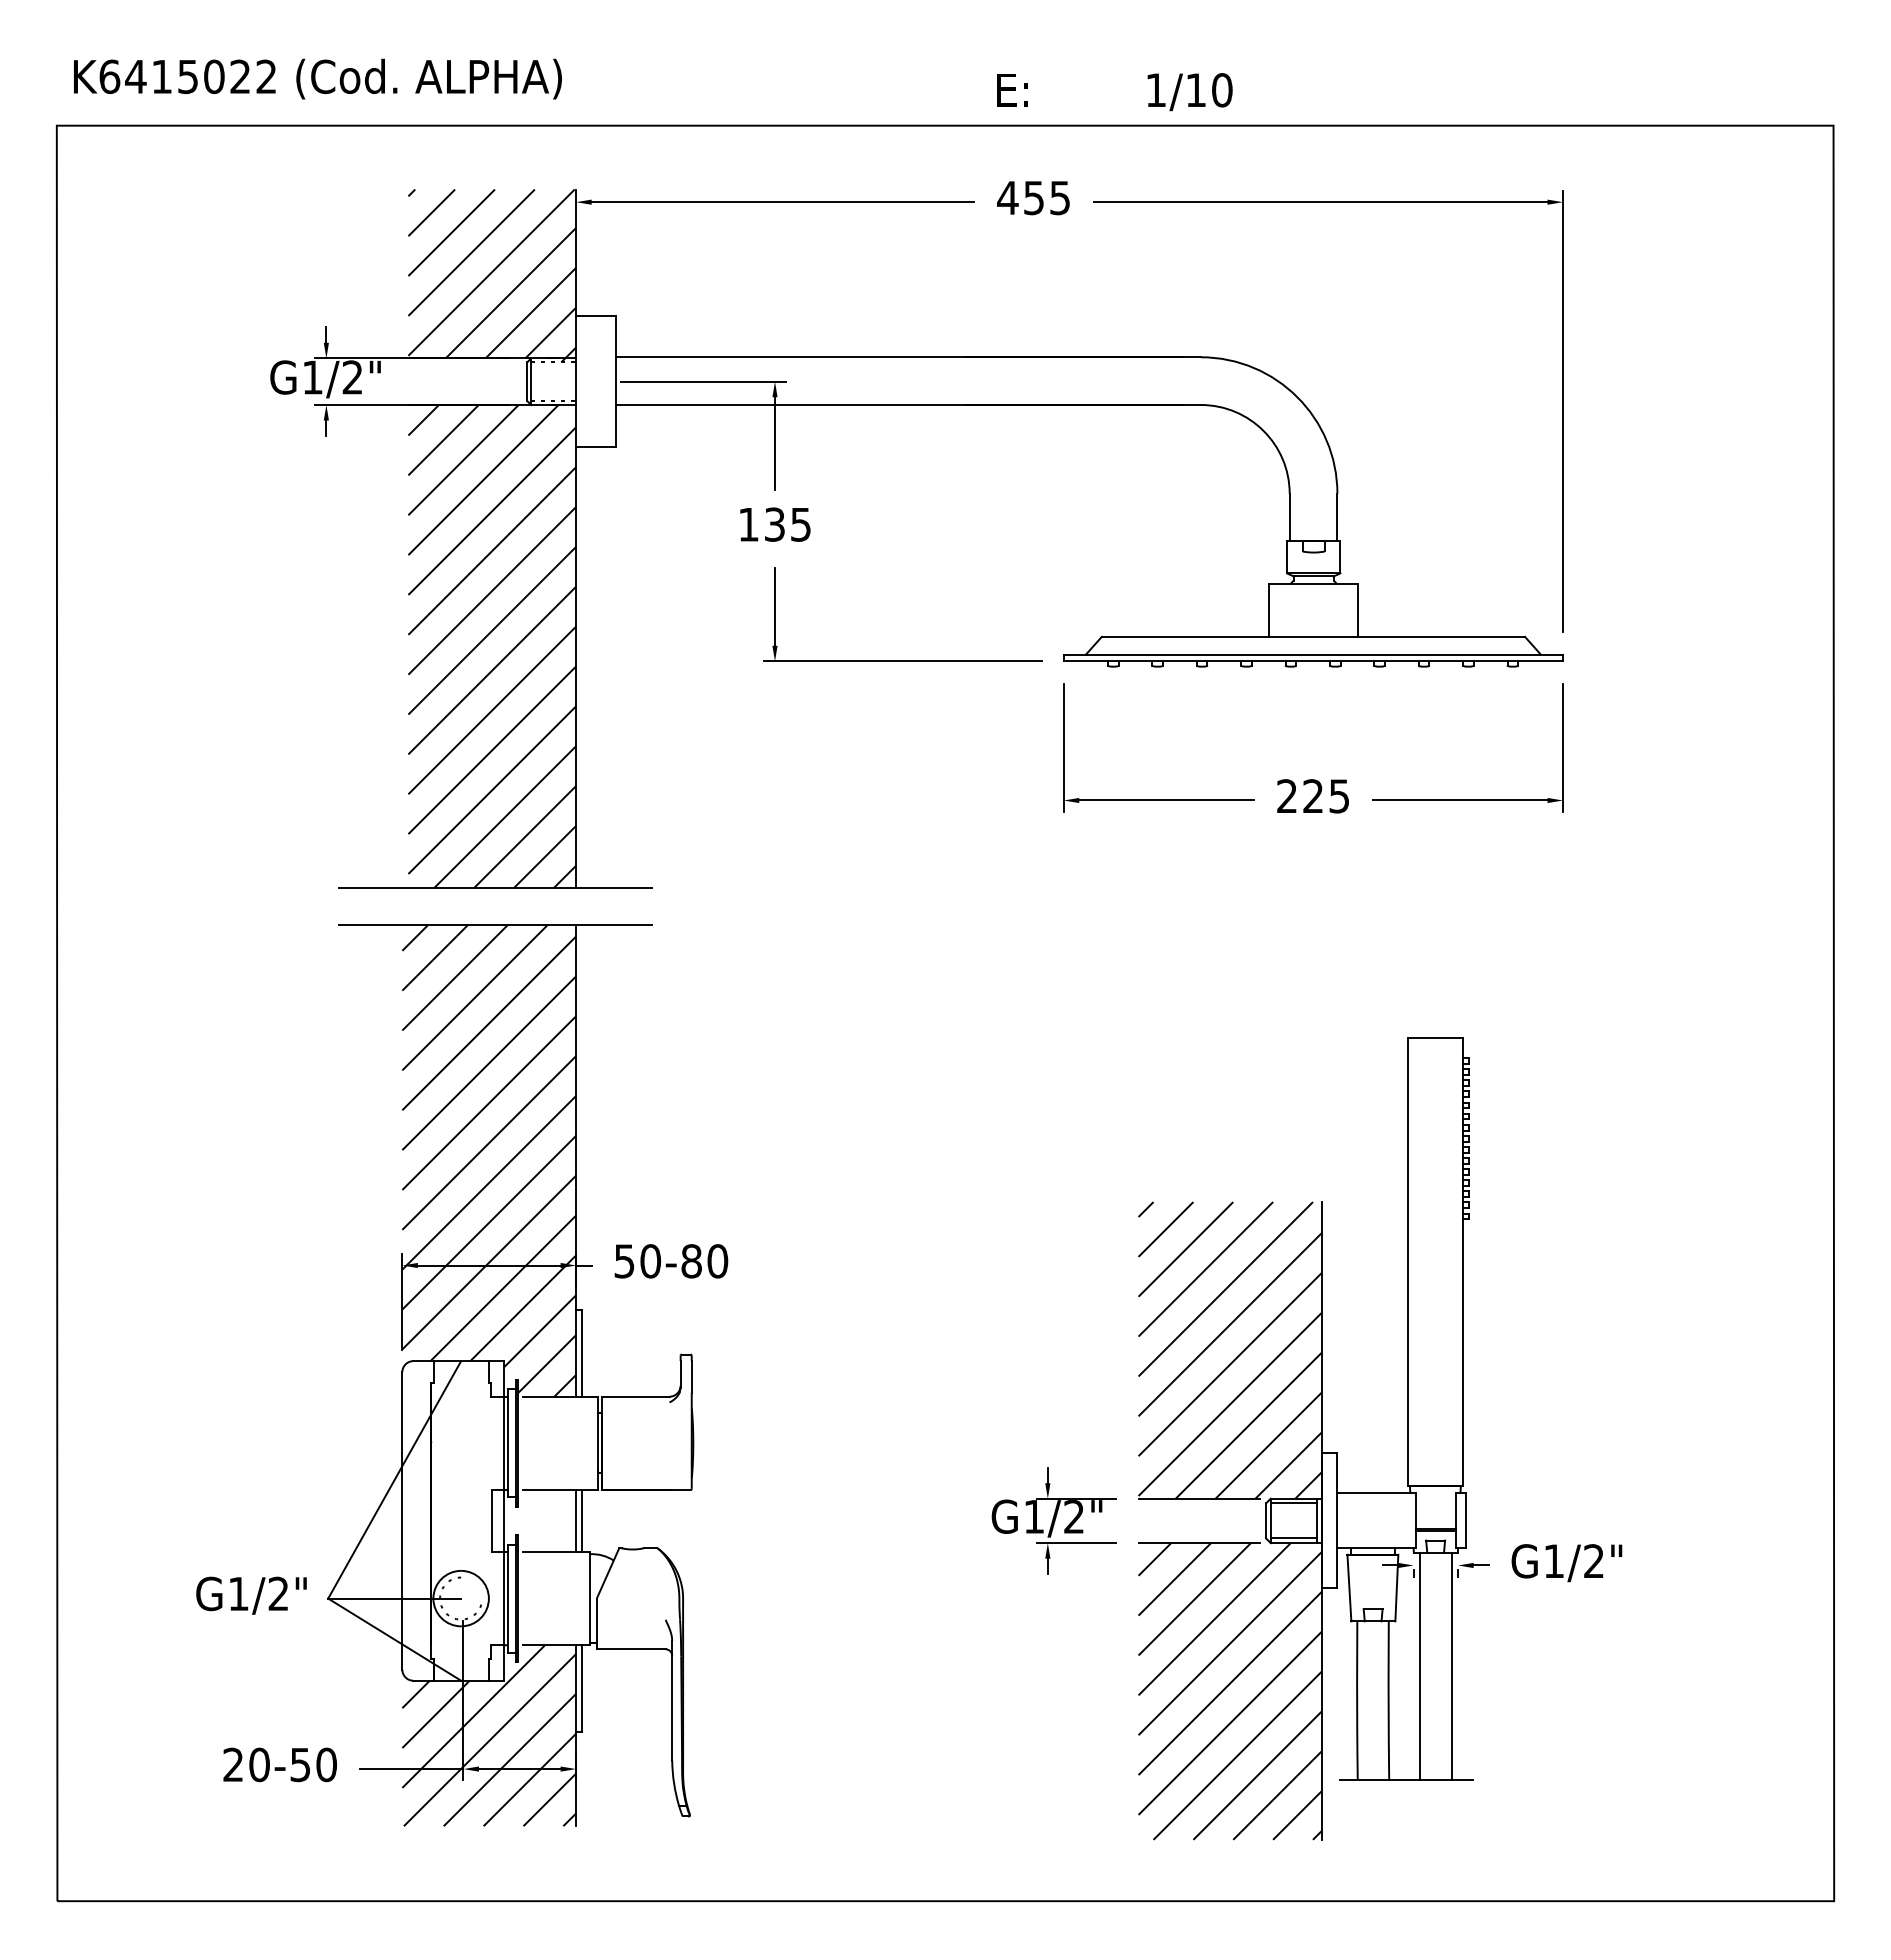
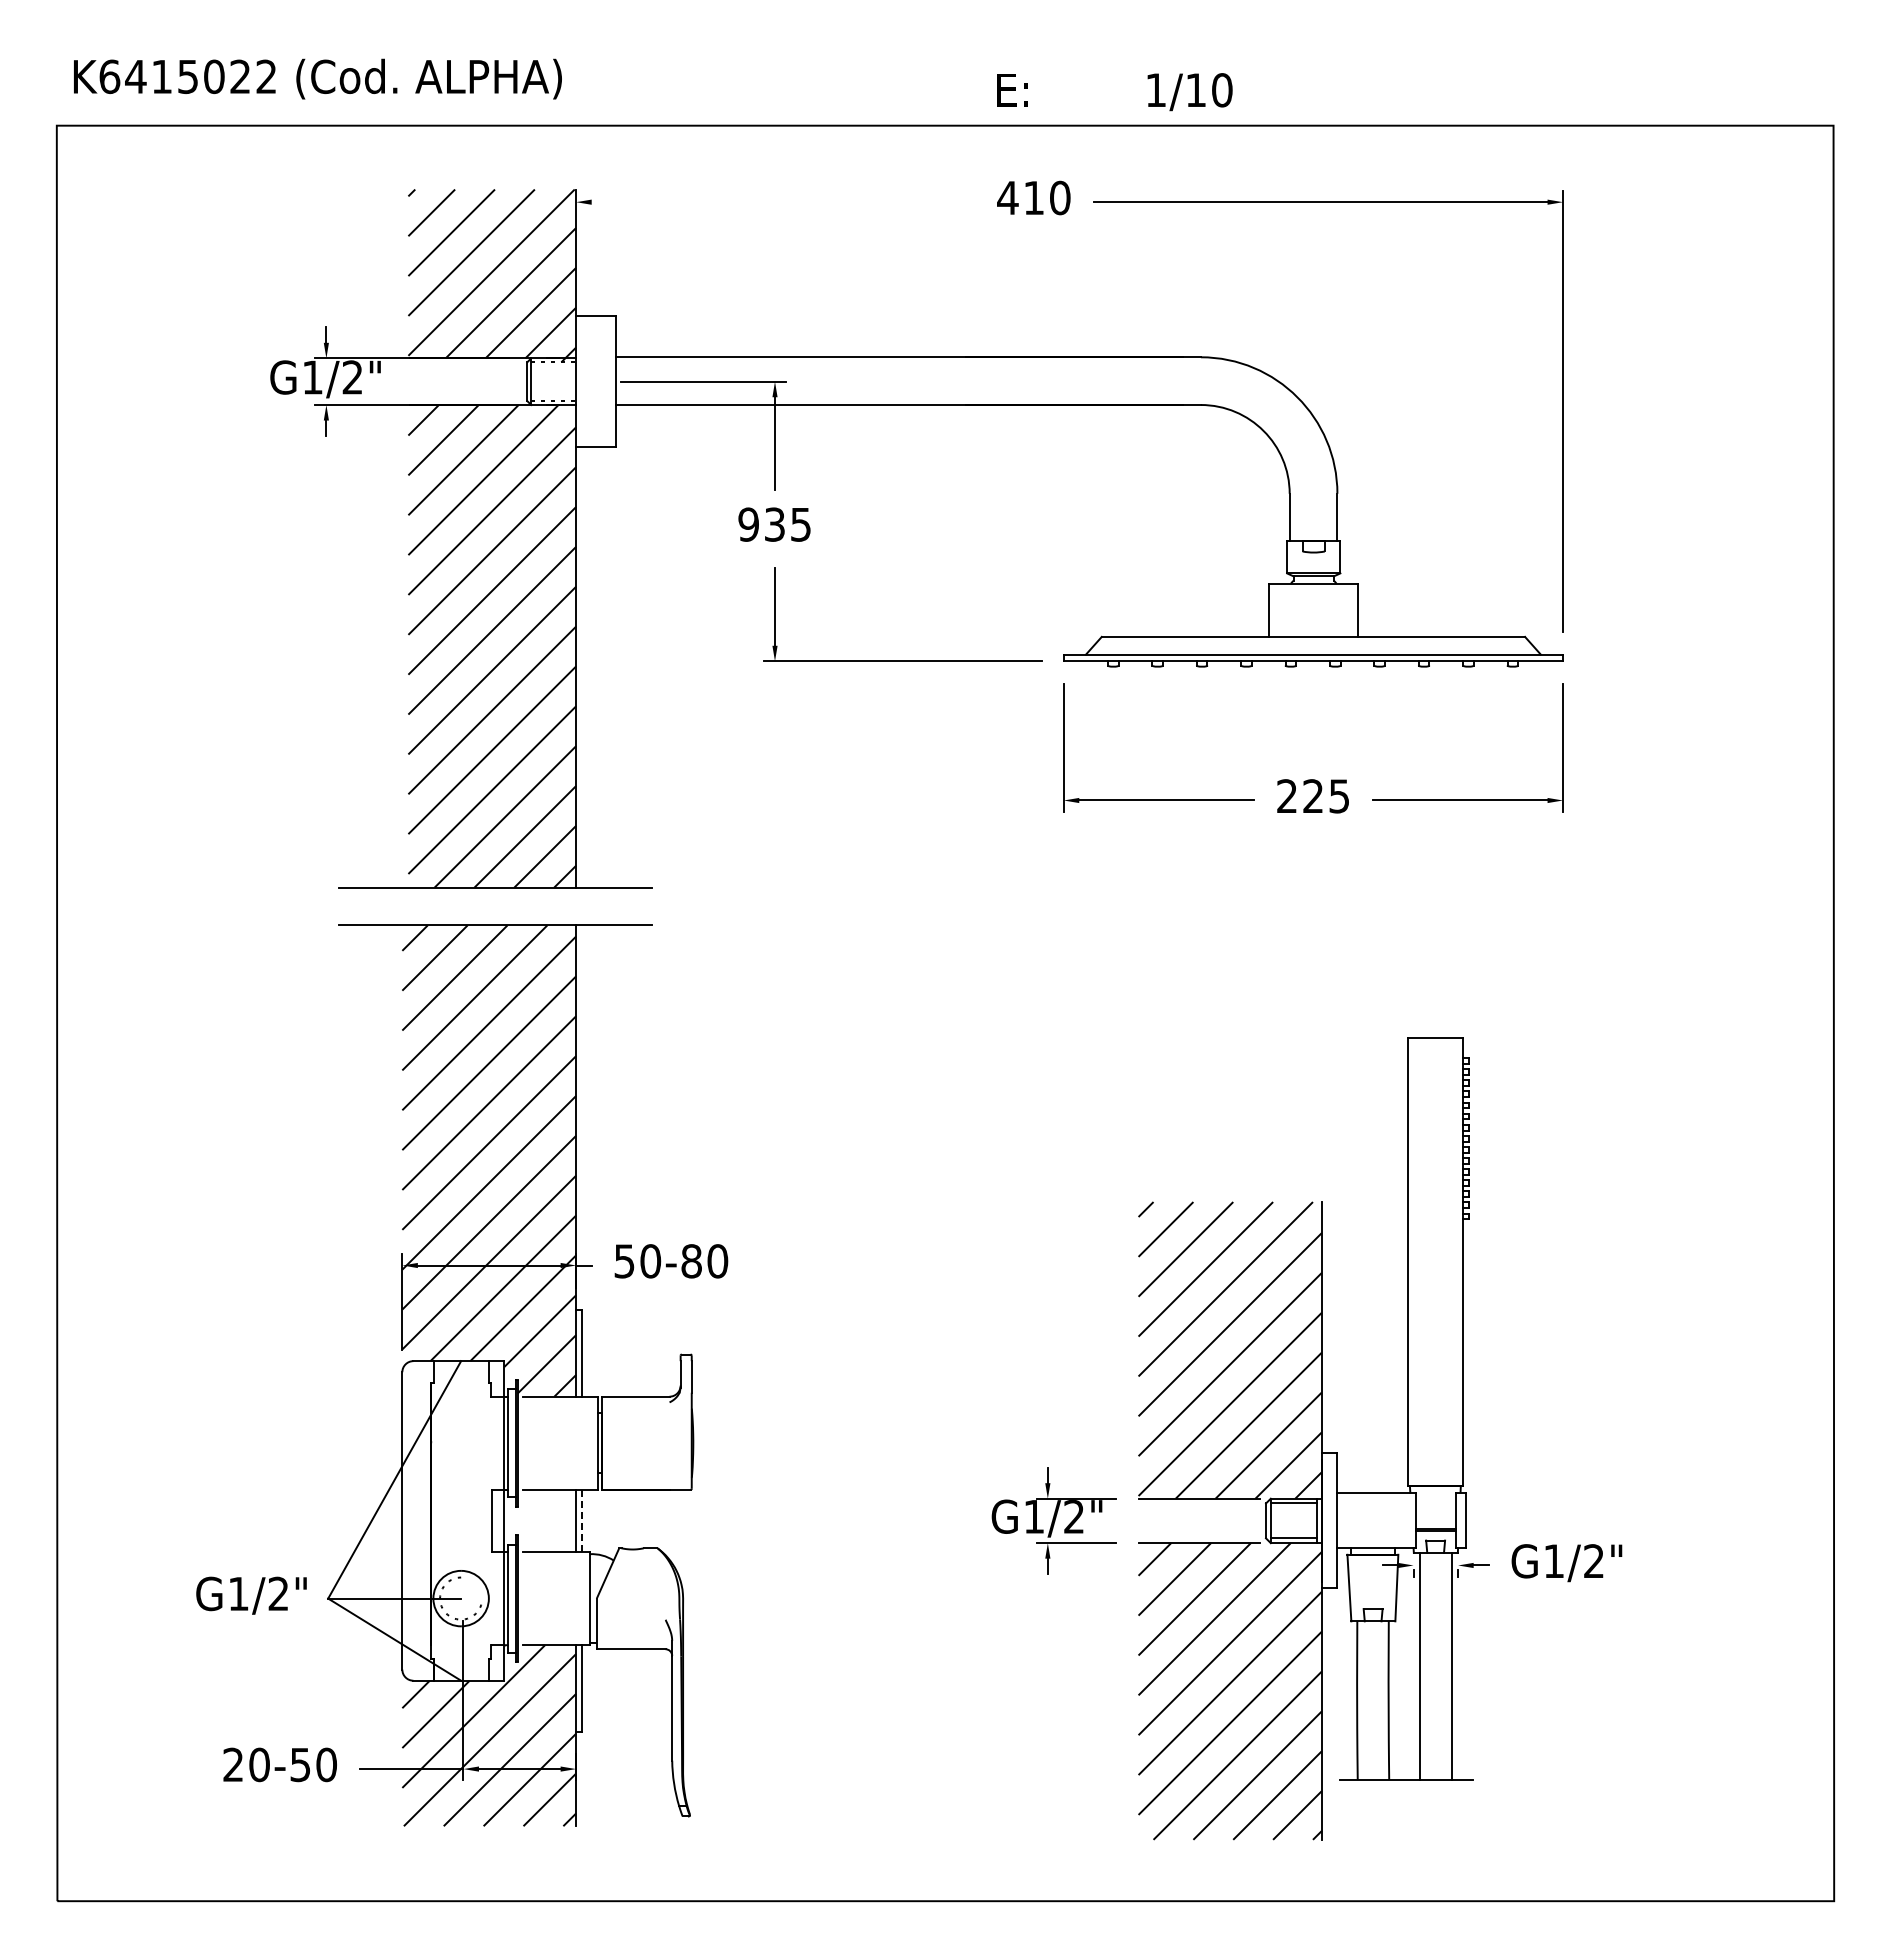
text at (1047, 197): 455 -> 410
line at (782, 202): present -> none
text at (748, 524): 135 -> 935
line at (581, 1521): solid -> dashed
